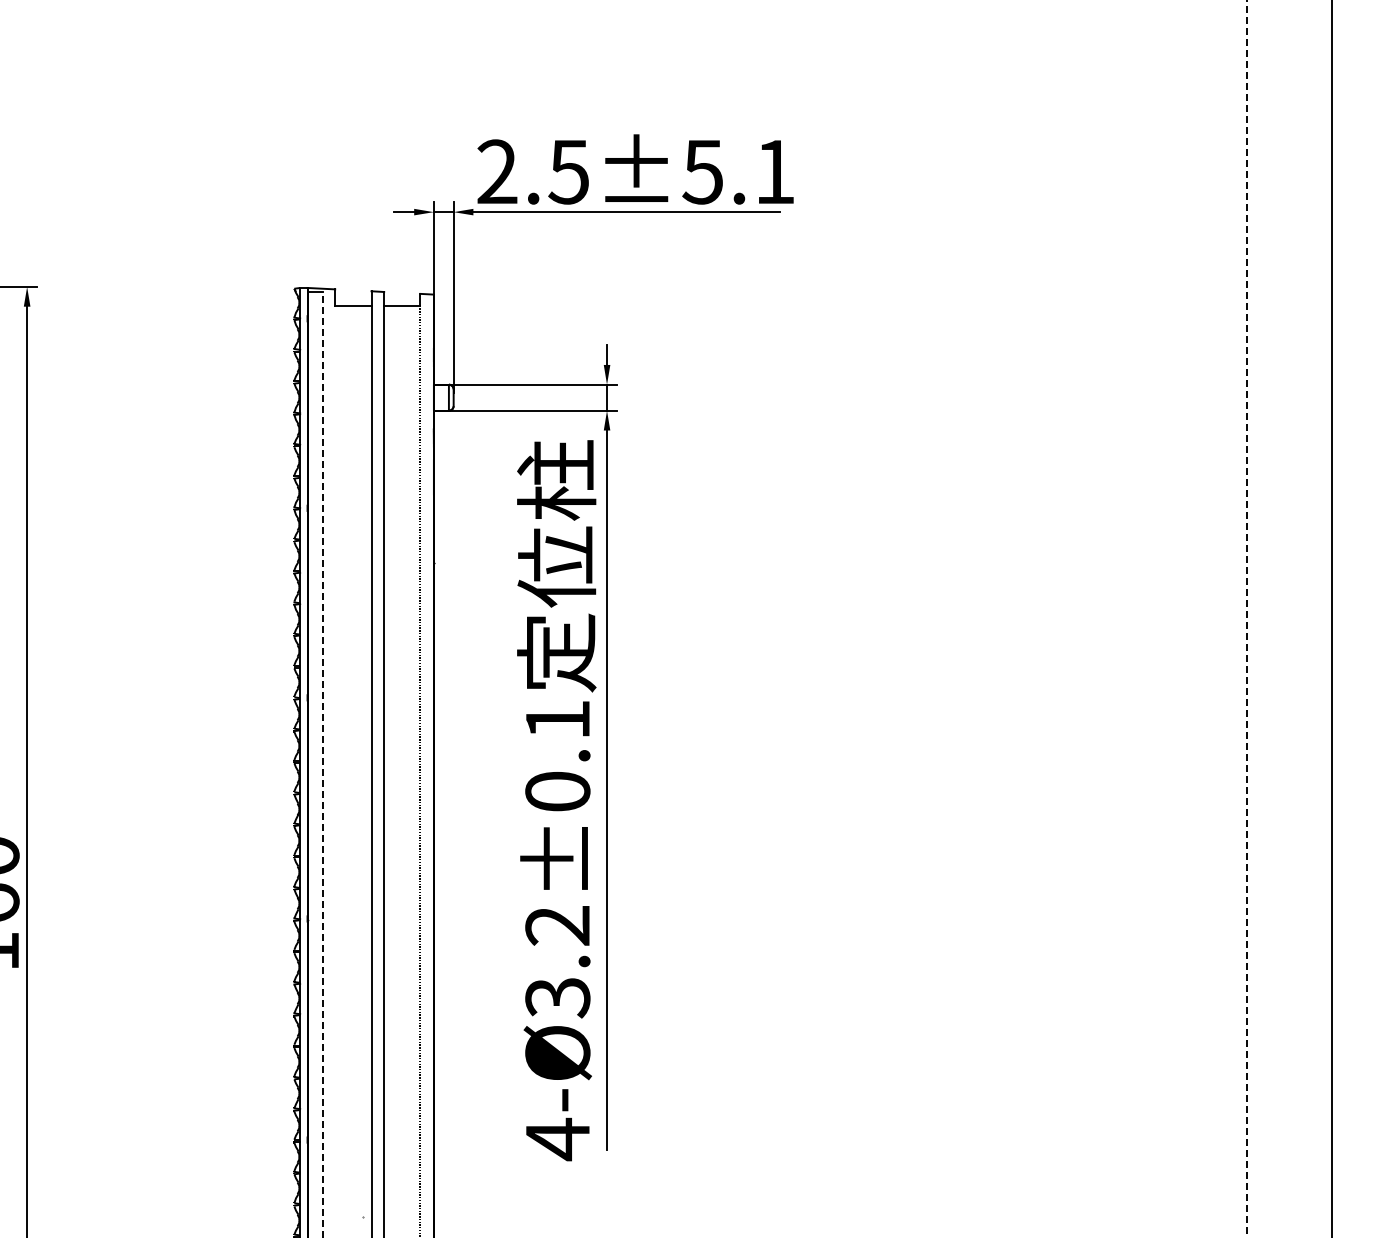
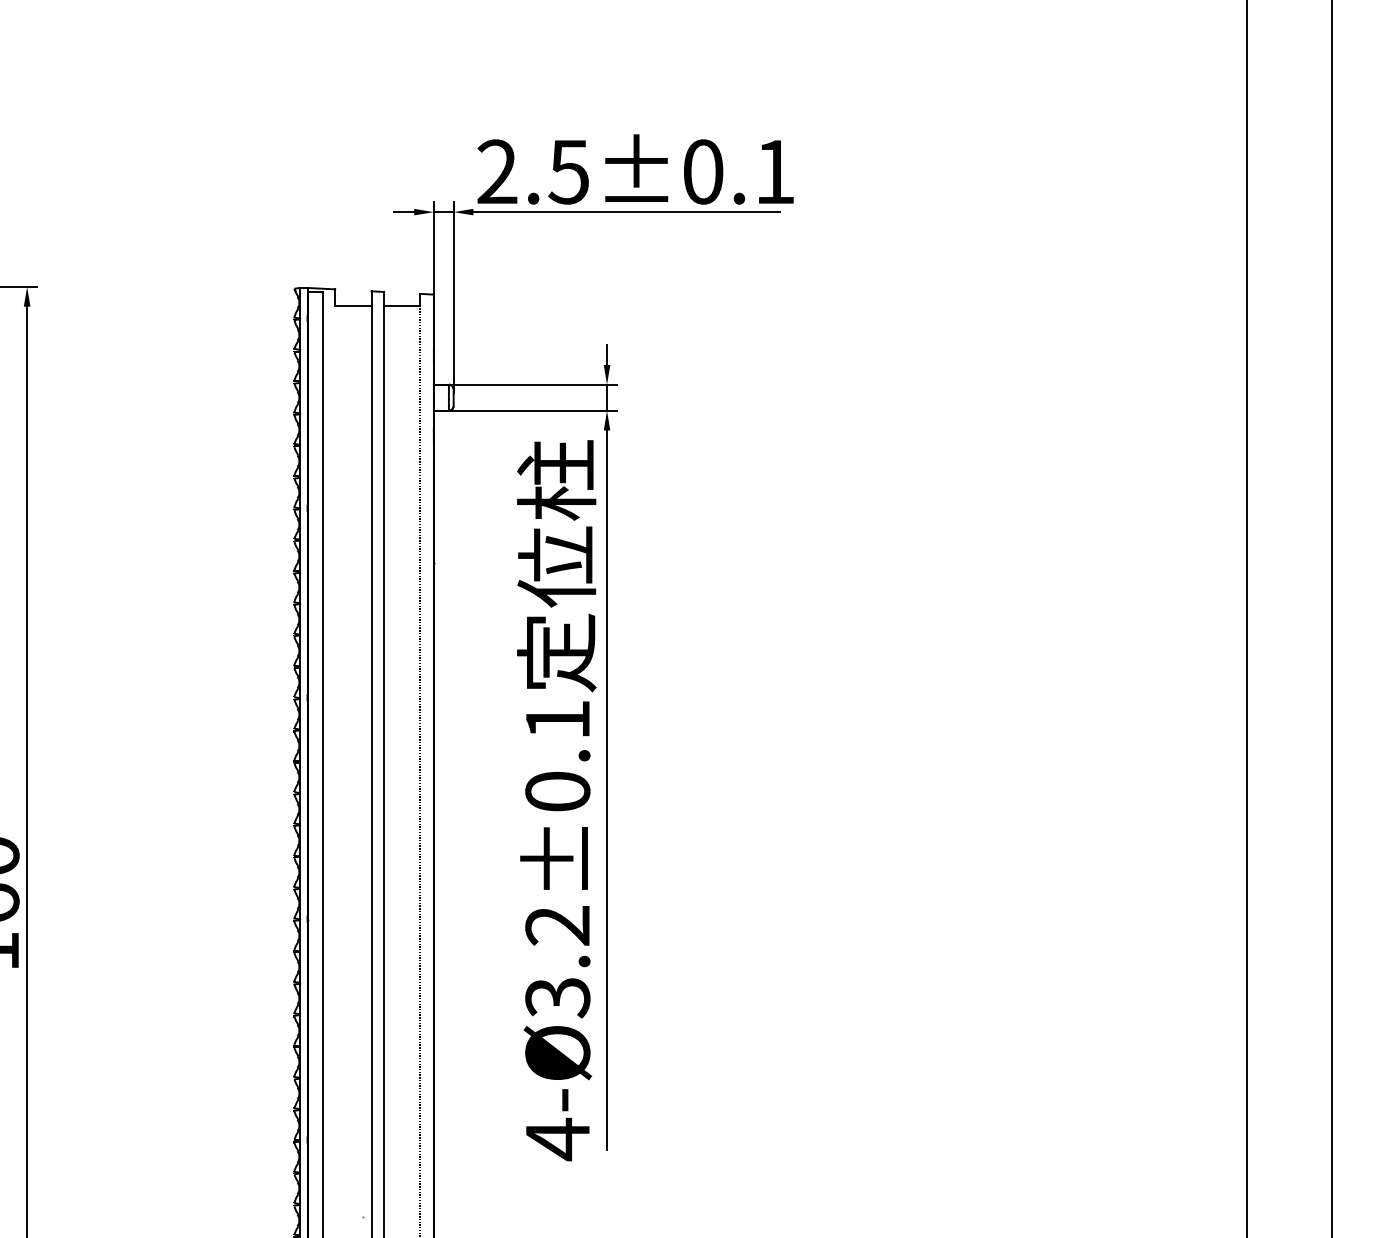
text at (702, 171): 2.5±5.1 -> 2.5±0.1
line at (1247, 619): dashed -> solid
line at (322, 765): dashed -> solid
